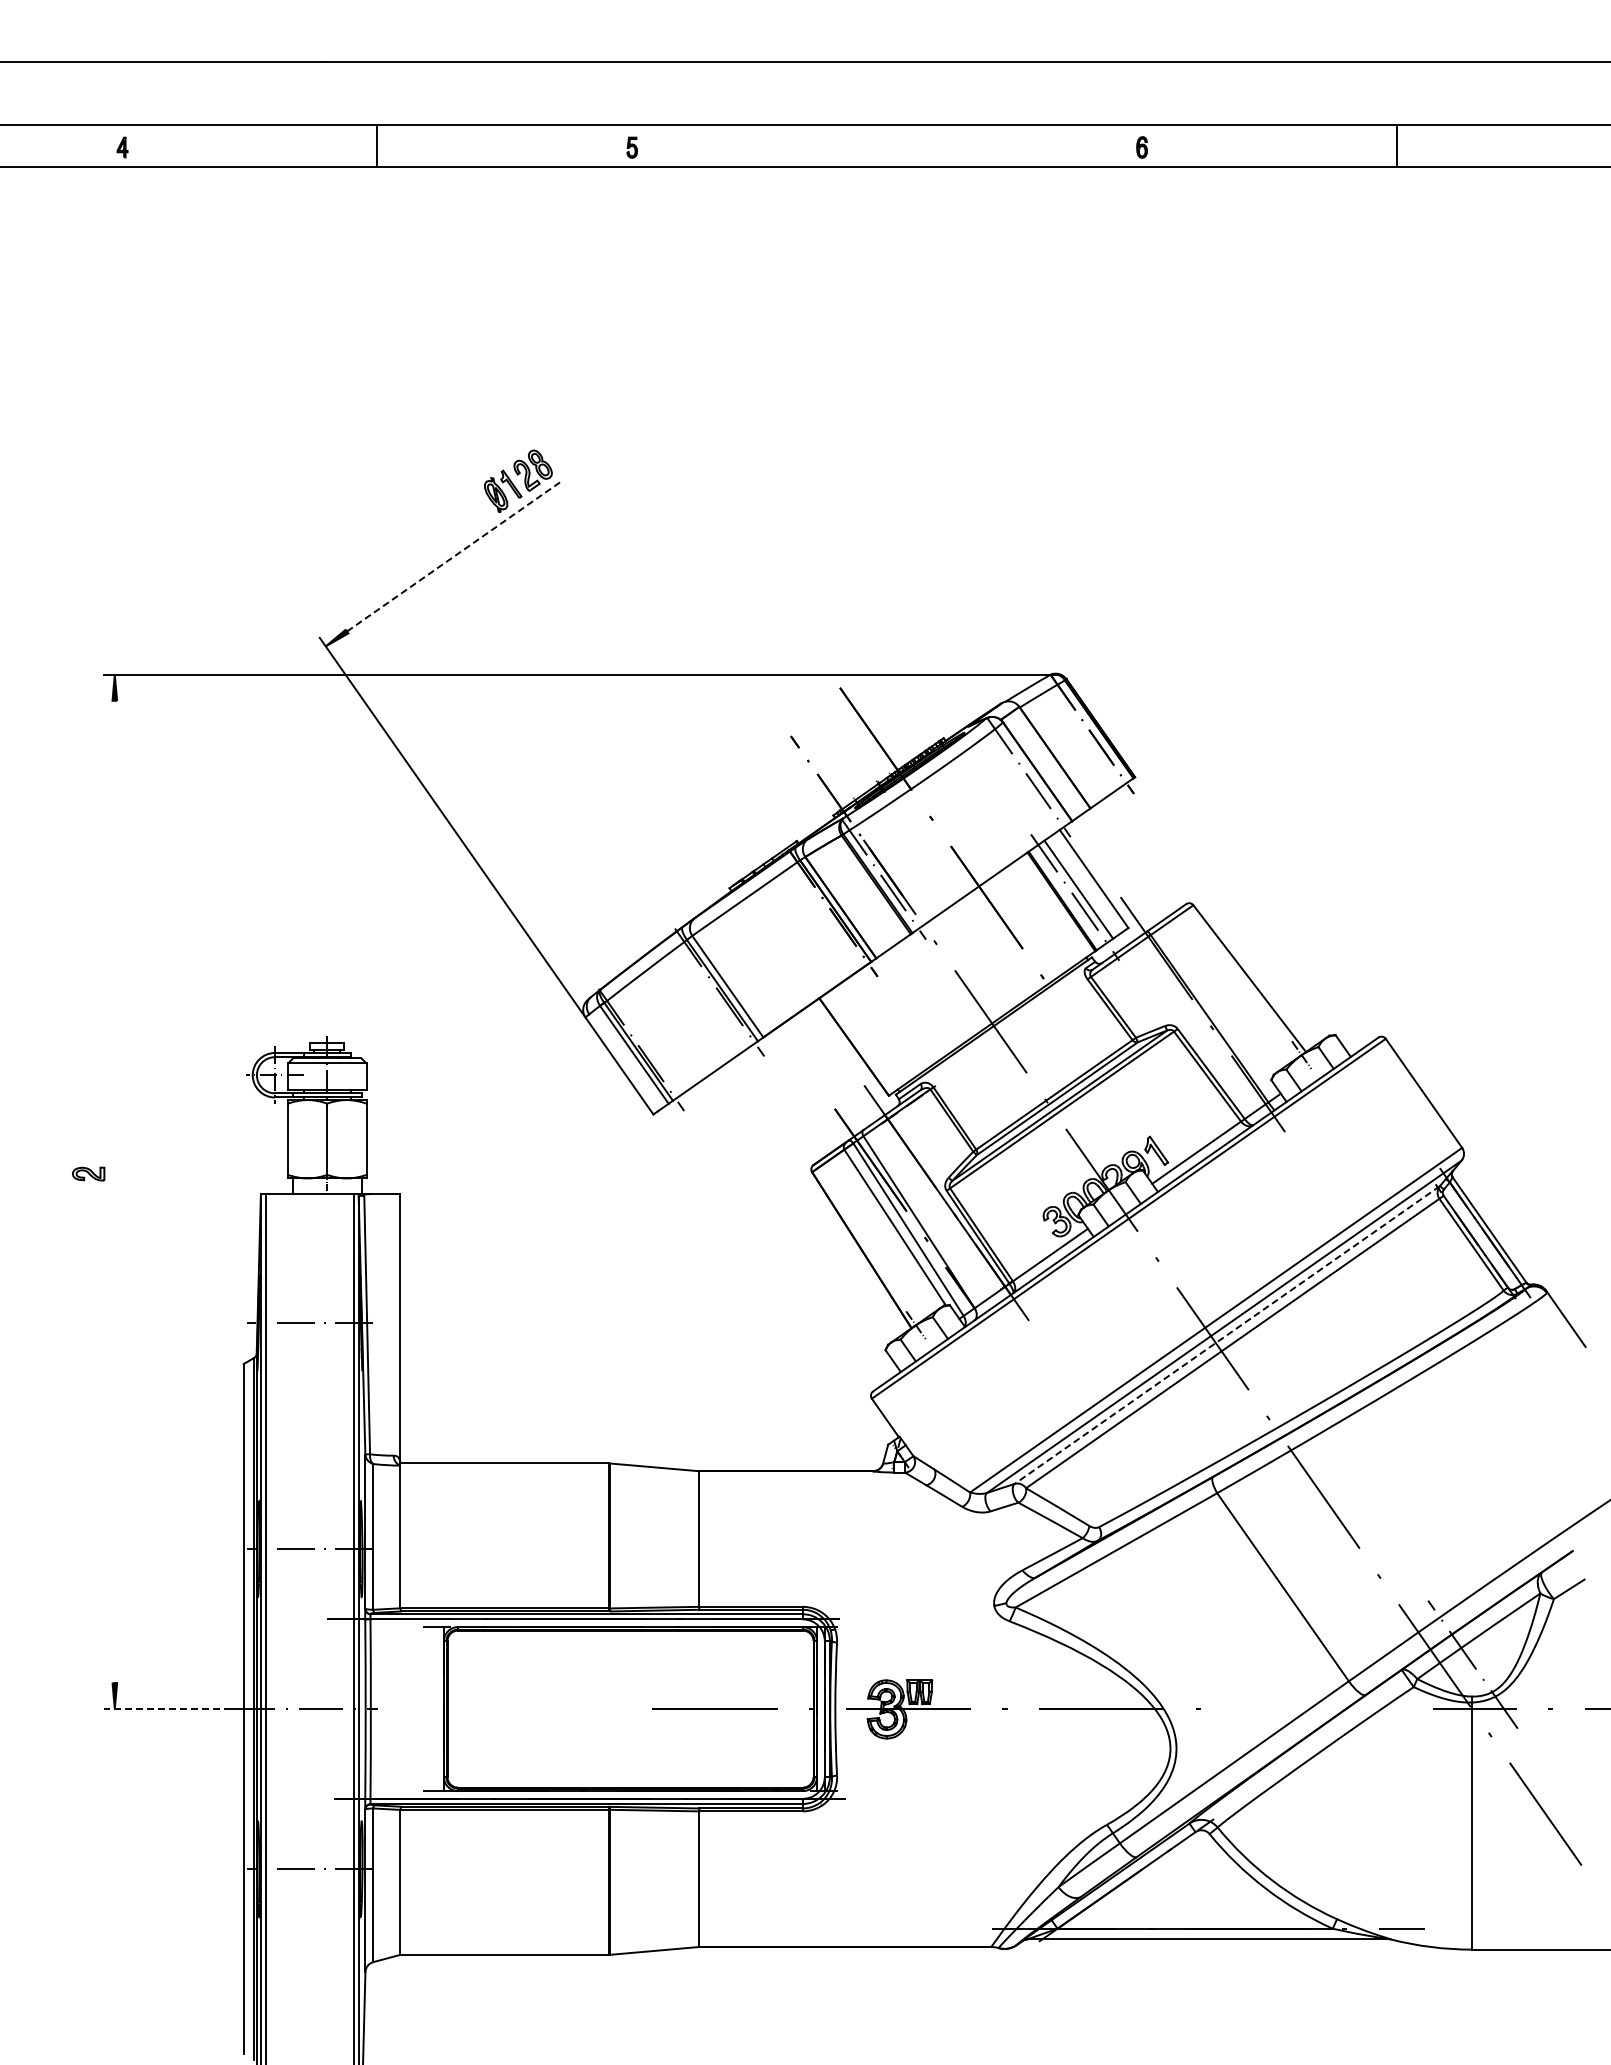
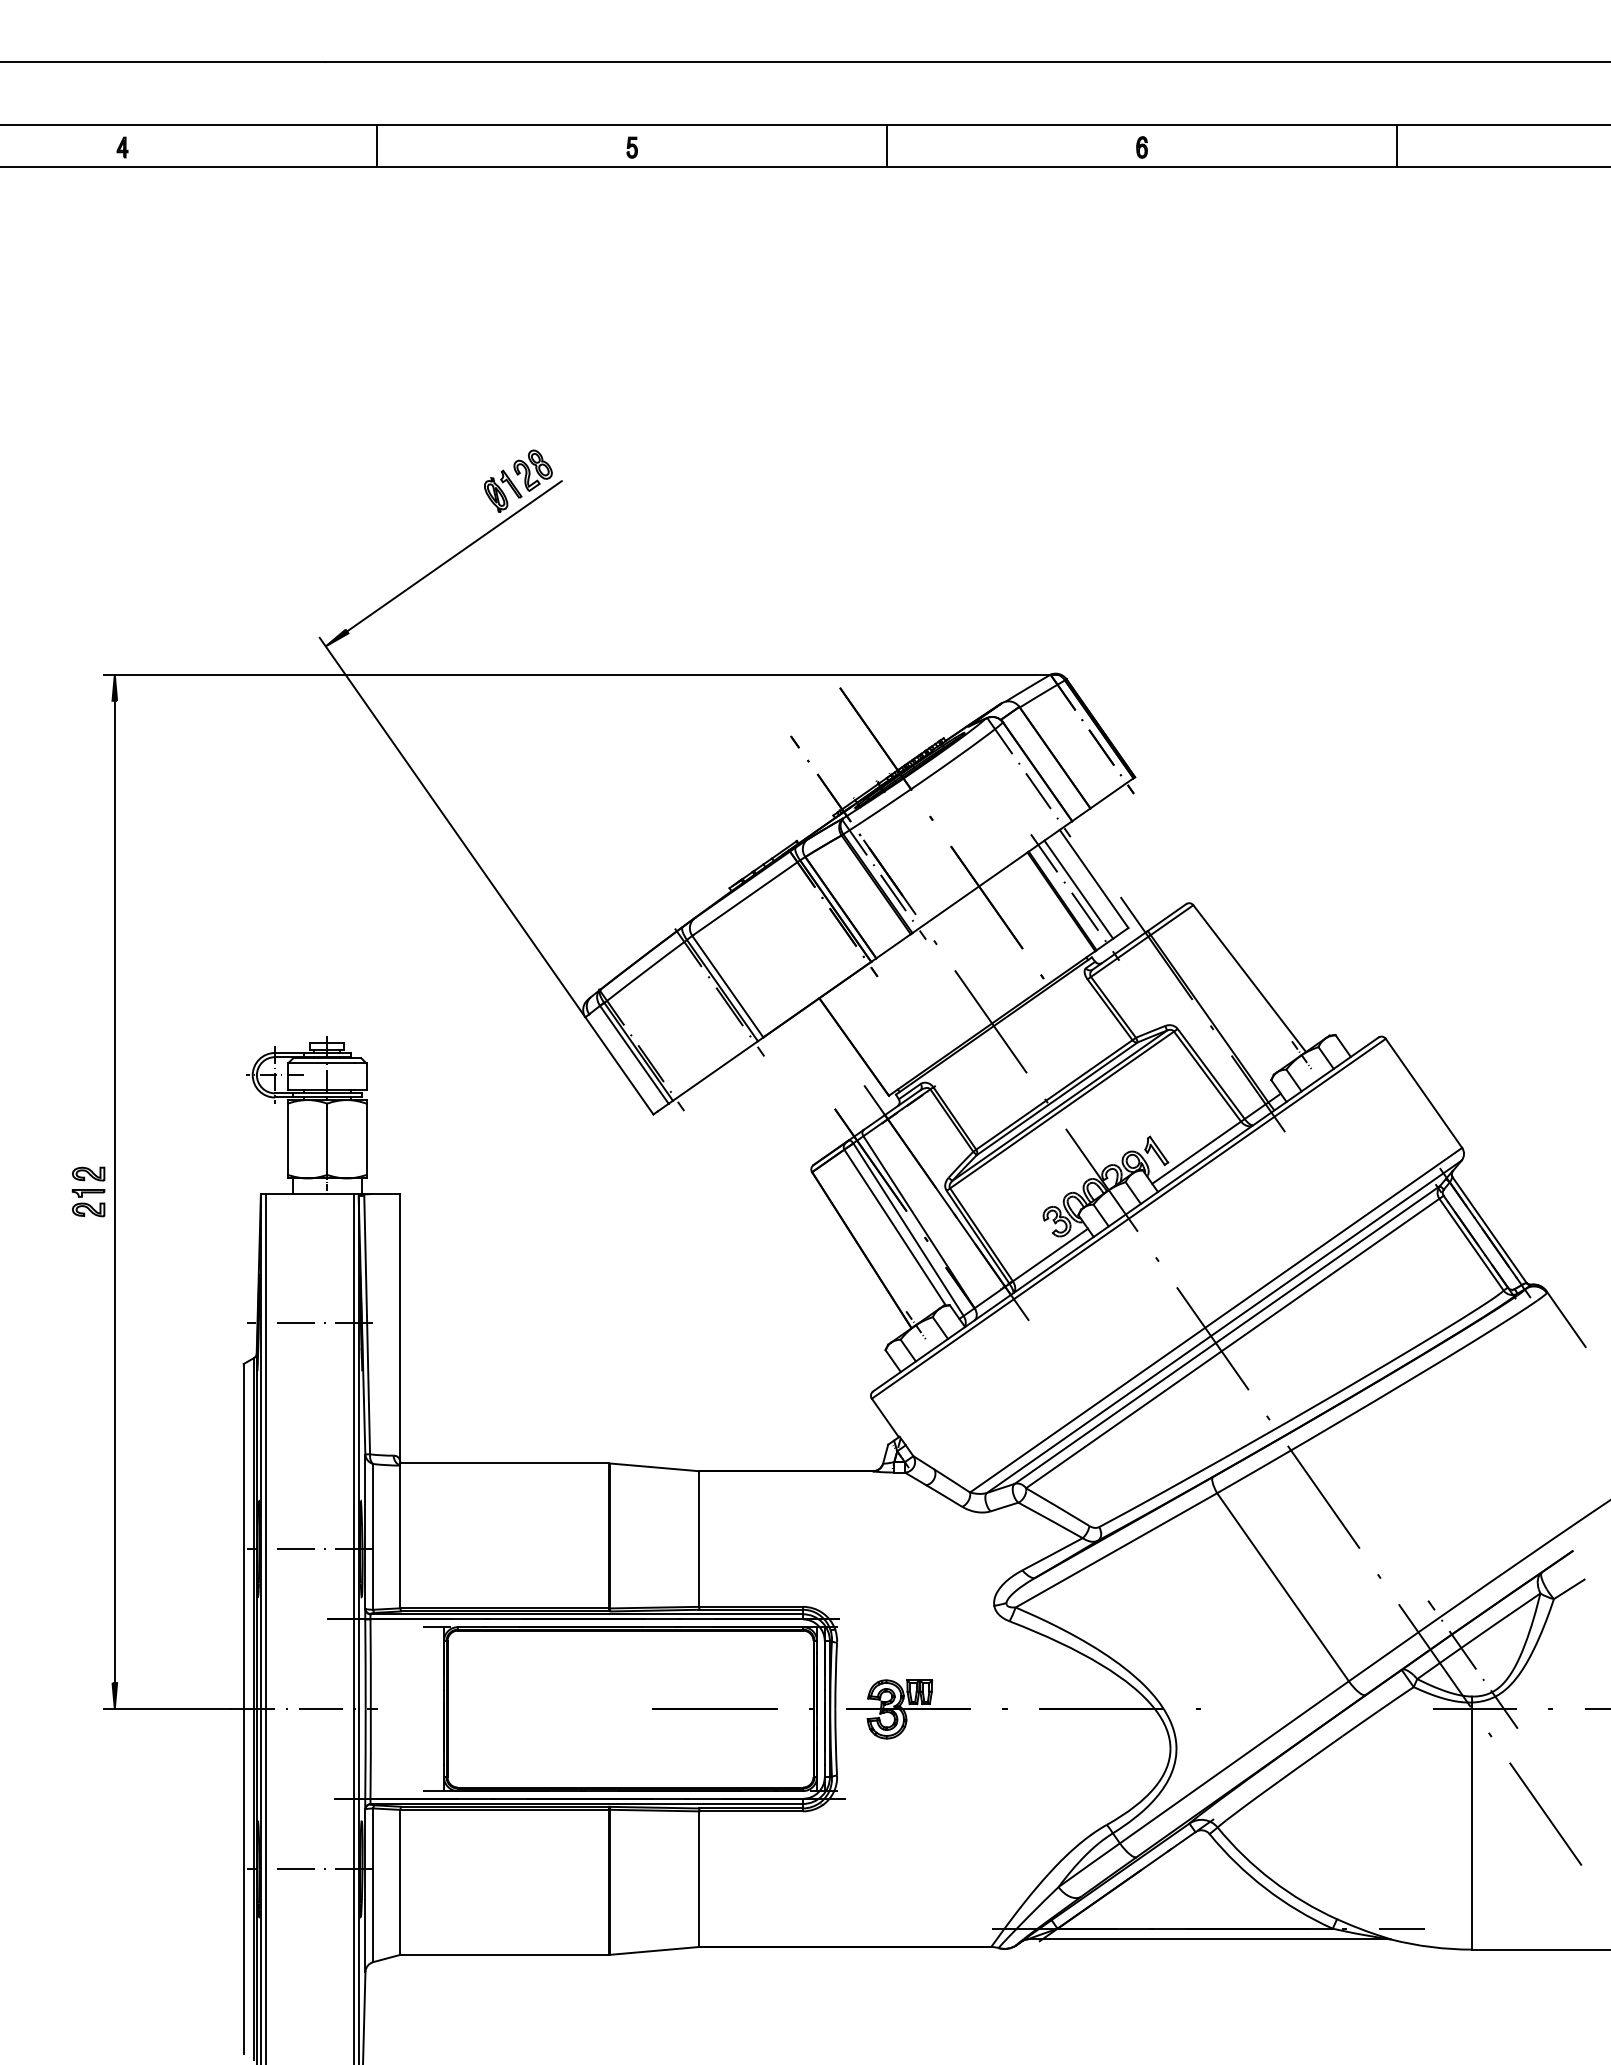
line at (886, 145): none -> present
line at (454, 556): dashed -> solid
line at (114, 1191): none -> present
part at (88, 1203): none -> present
line at (1227, 1335): dashed -> solid
line at (167, 1709): dashed -> solid
